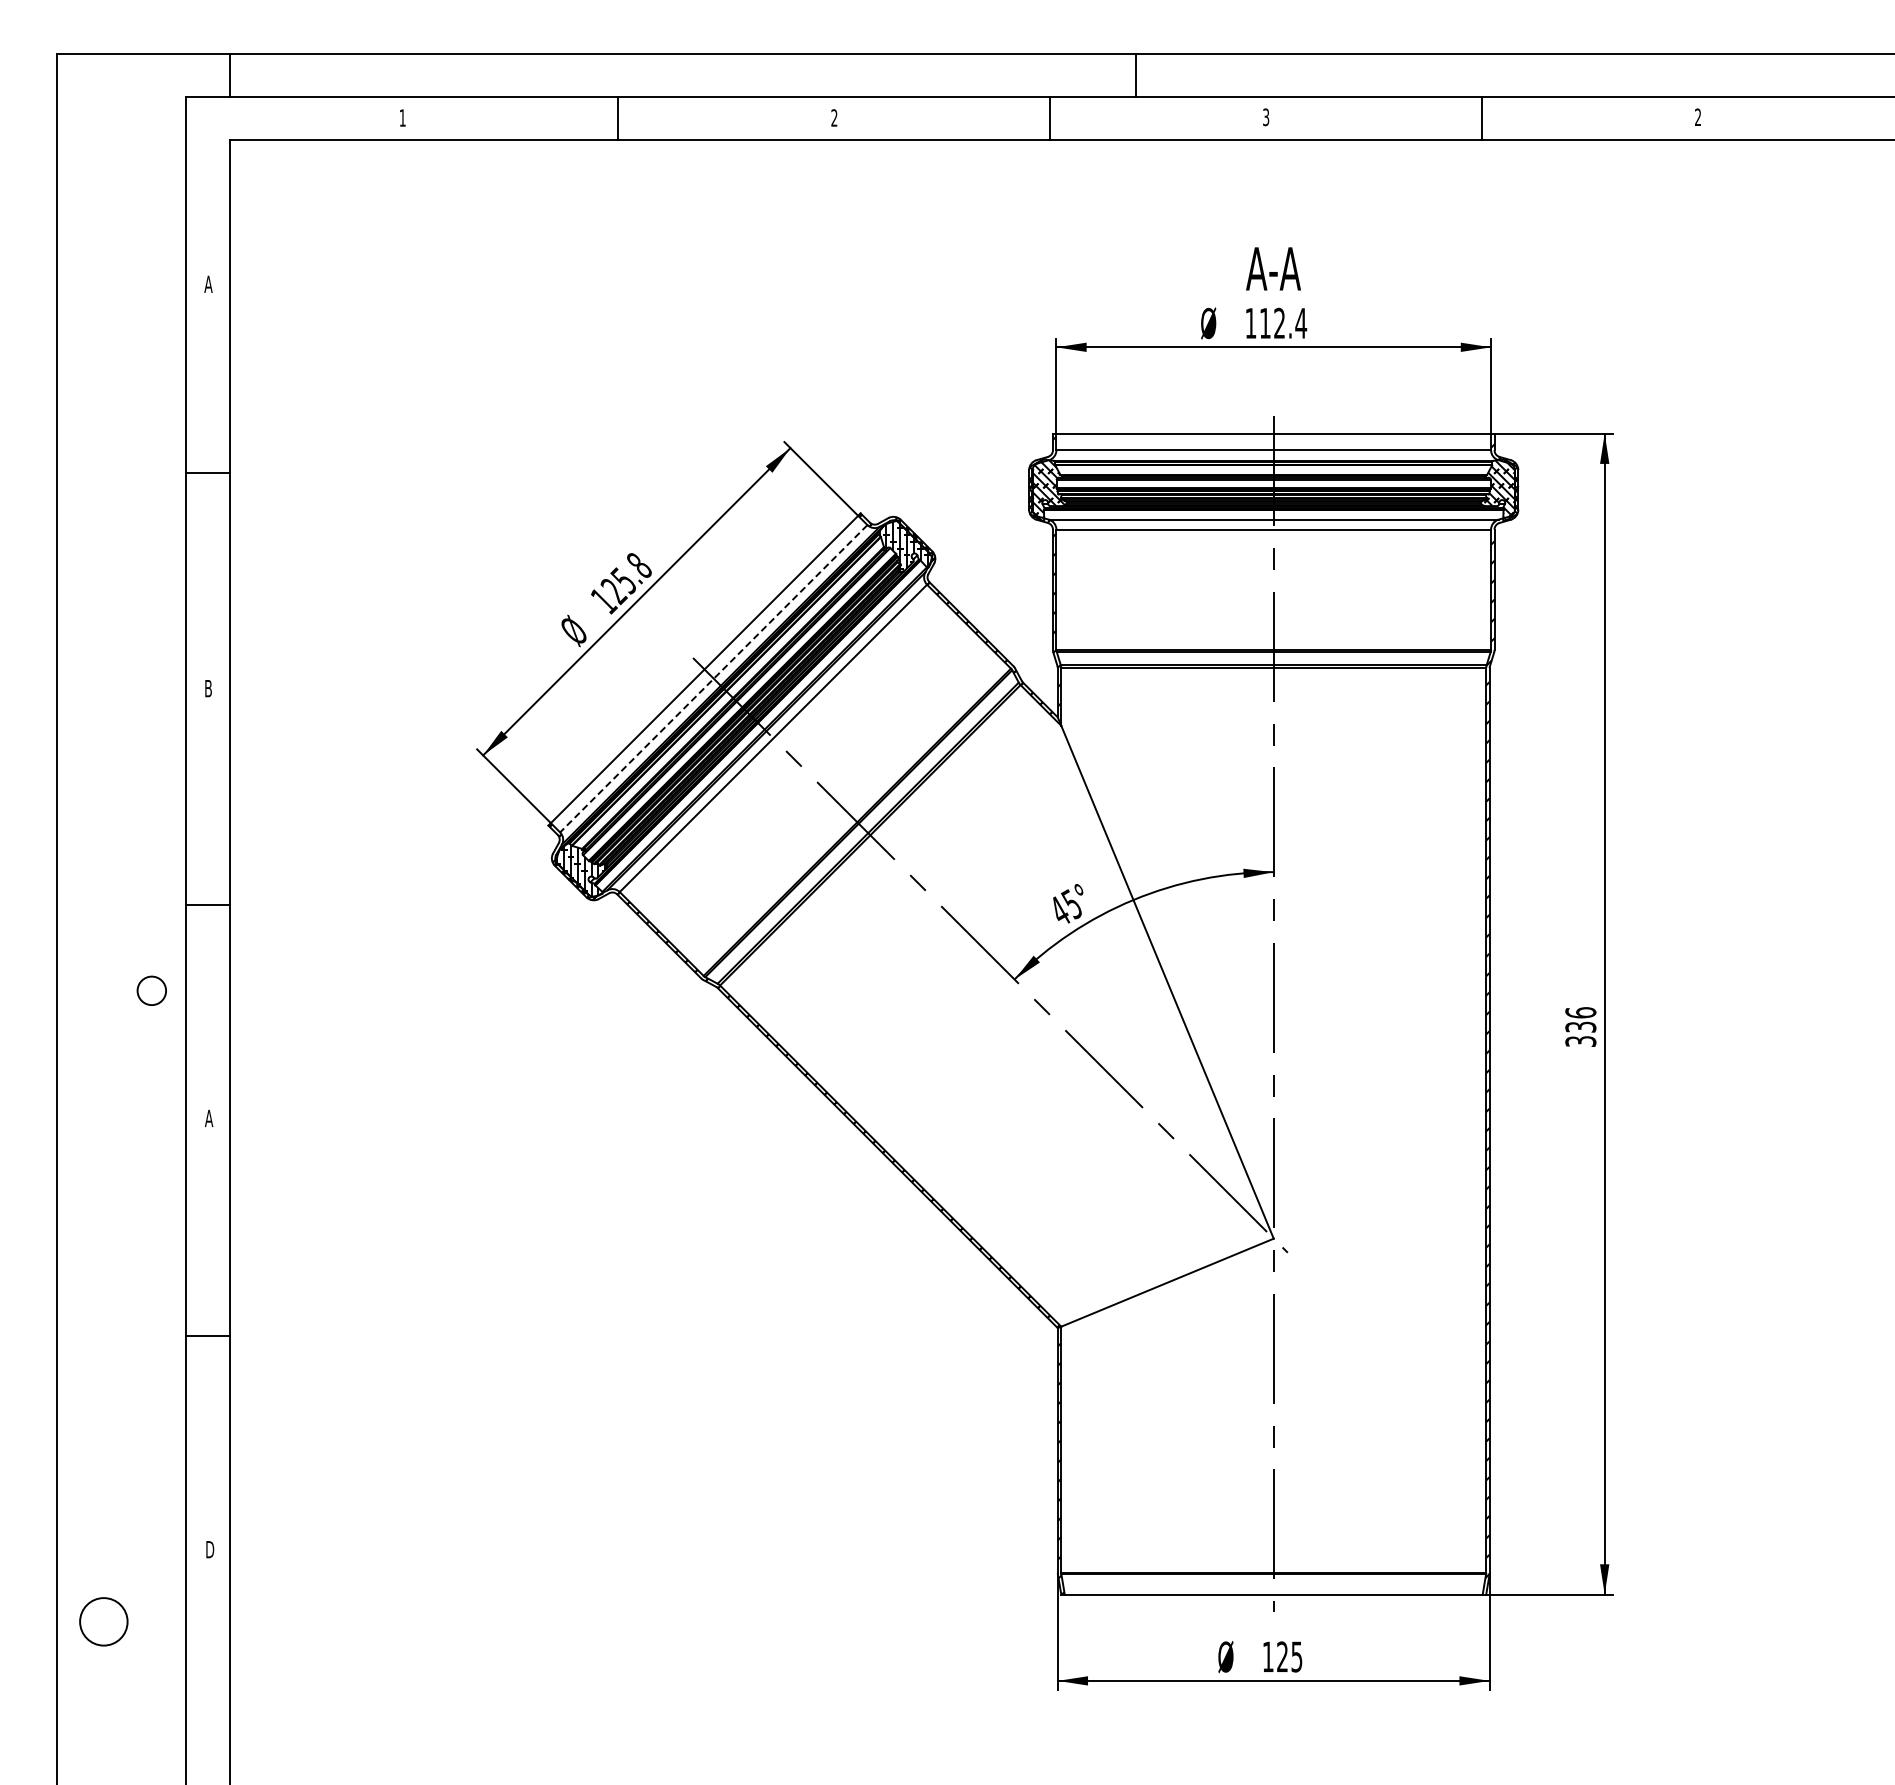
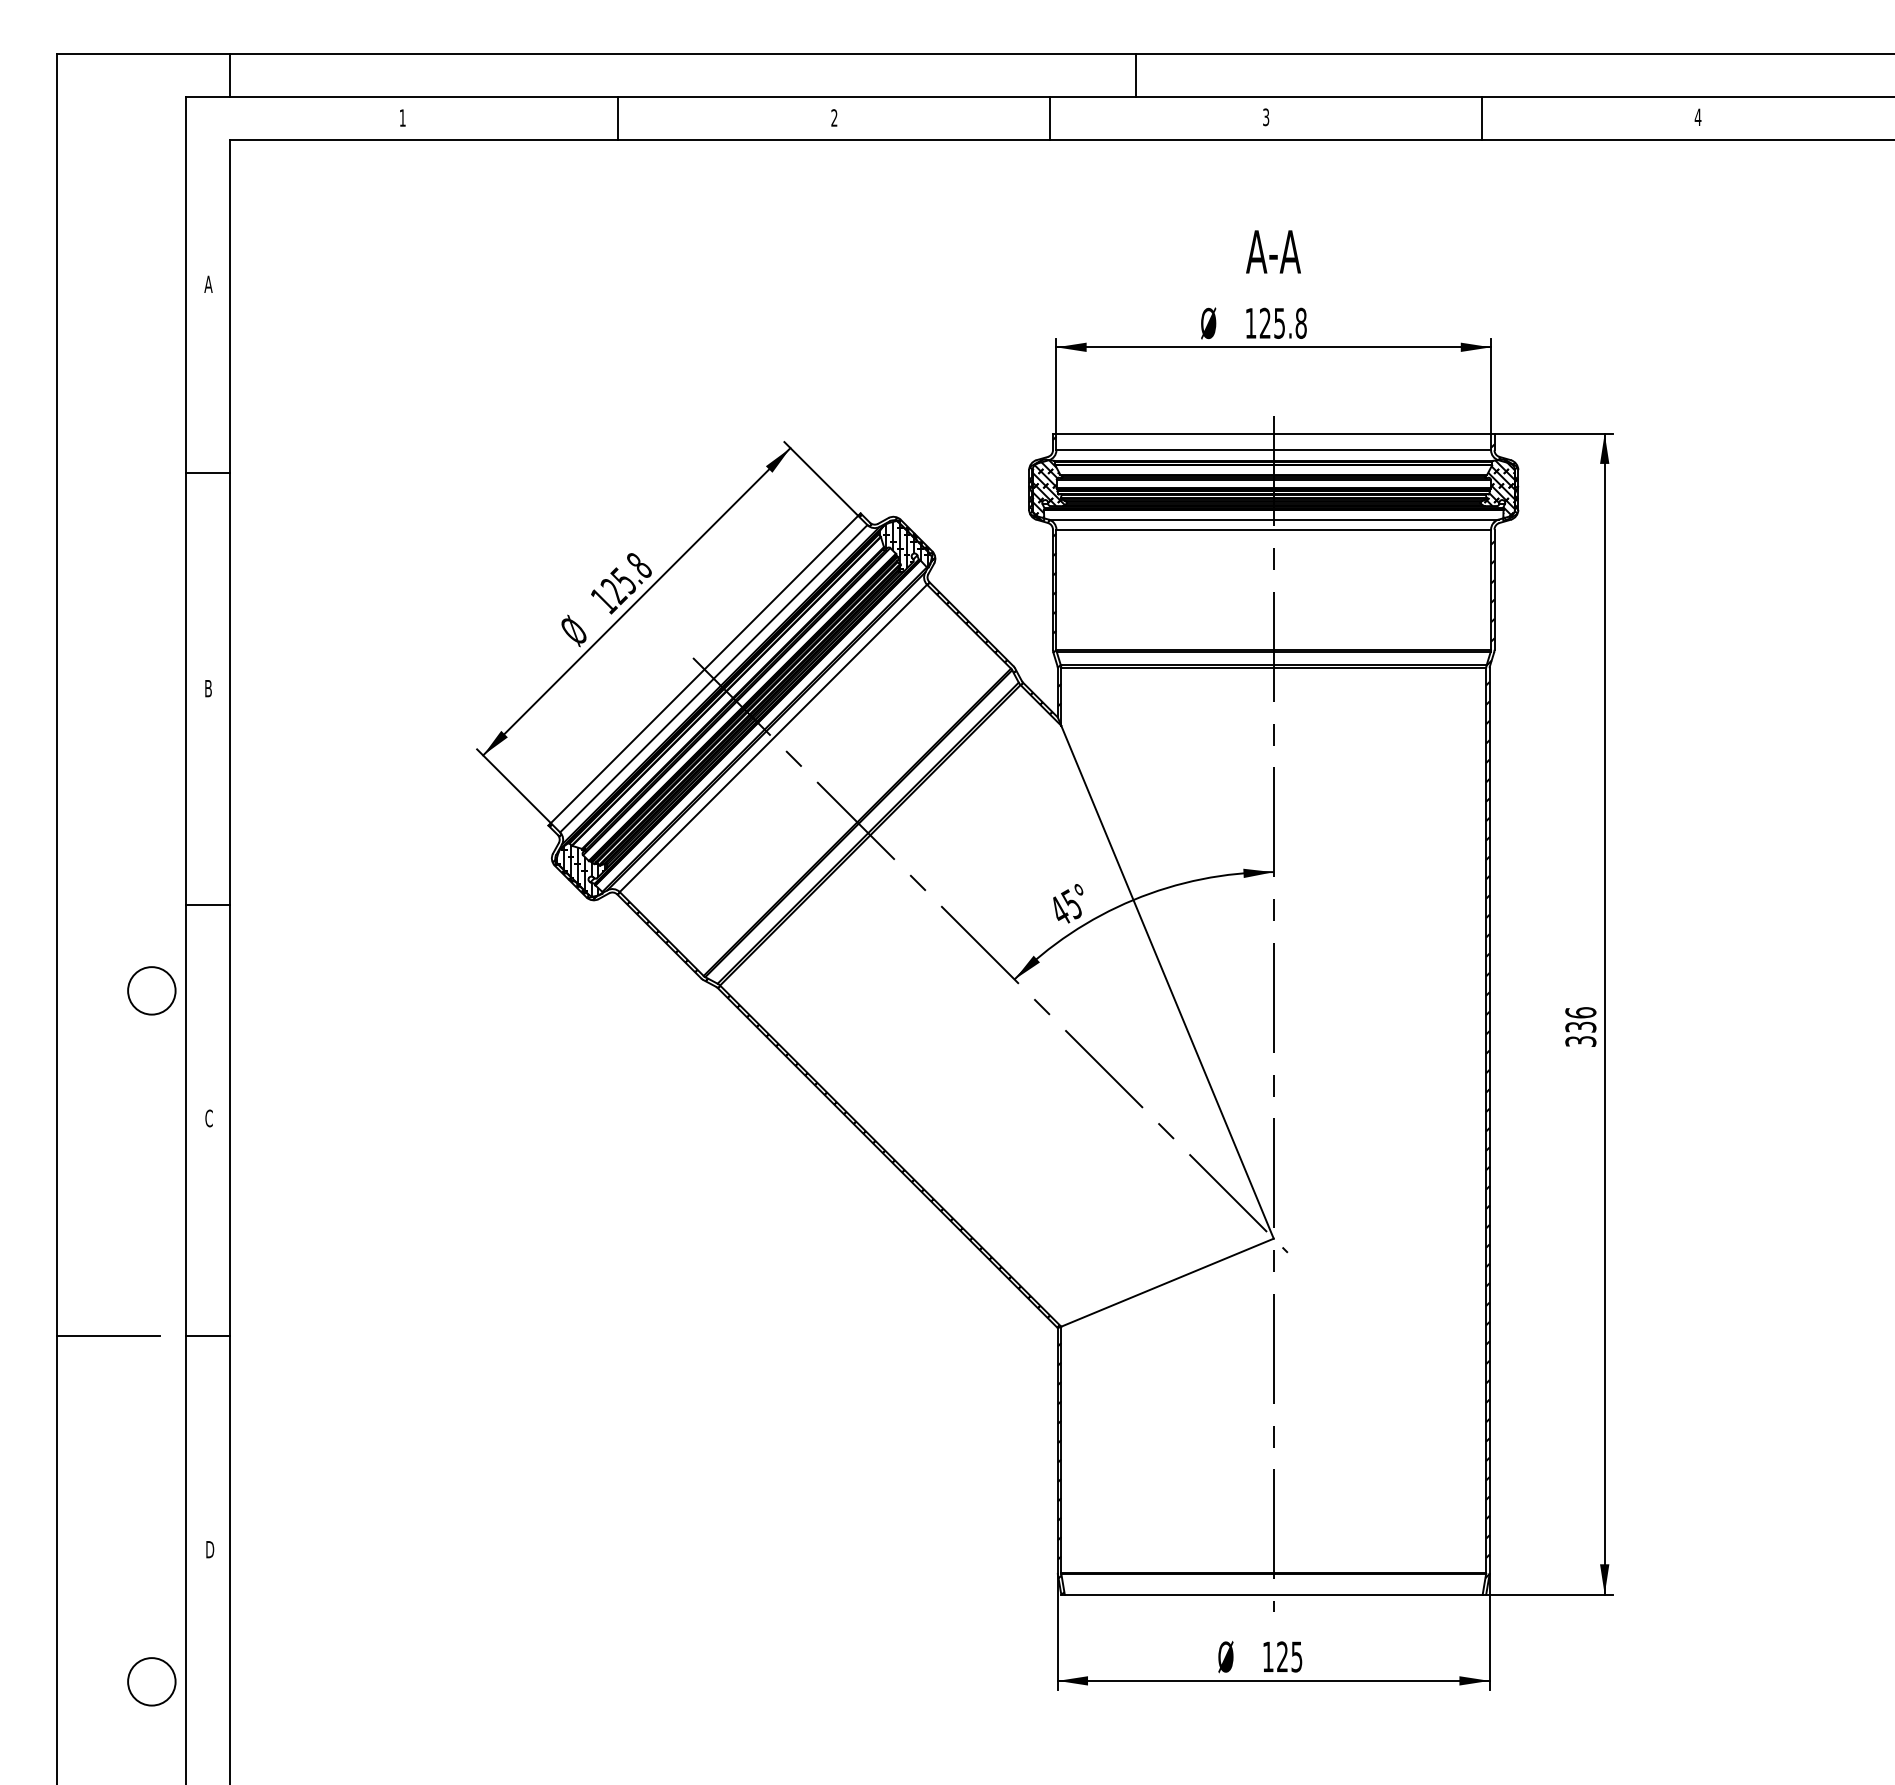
text at (1697, 116): 2 -> 4
text at (1273, 268) position: (1273, 268) -> (1273, 251)
text at (1283, 322): 112.4 -> 125.8
line at (713, 679): dashed -> solid
circle at (151, 990) diameter: 29 px -> 48 px
text at (209, 1118): A -> C
line at (108, 1336): none -> present
circle at (103, 1621) position: (103, 1621) -> (151, 1681)
